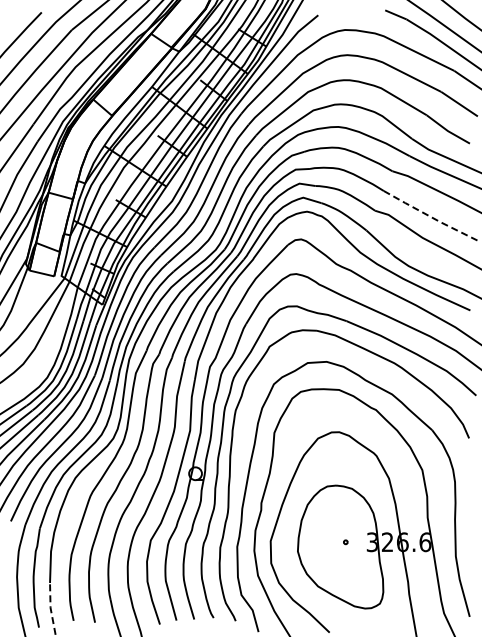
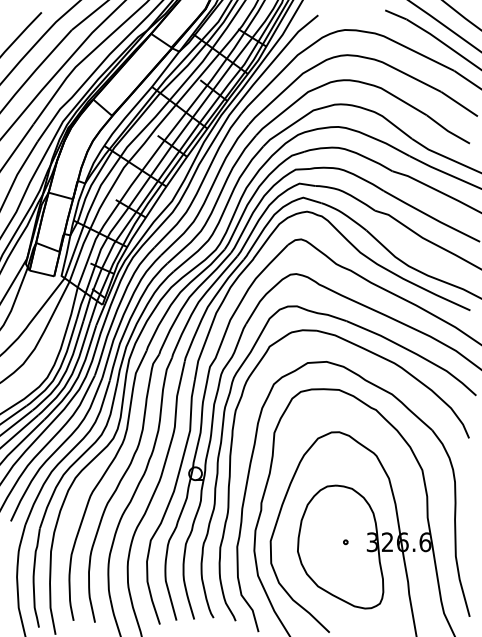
line at (432, 217): dashed -> solid
line at (50, 608): dashed -> solid
